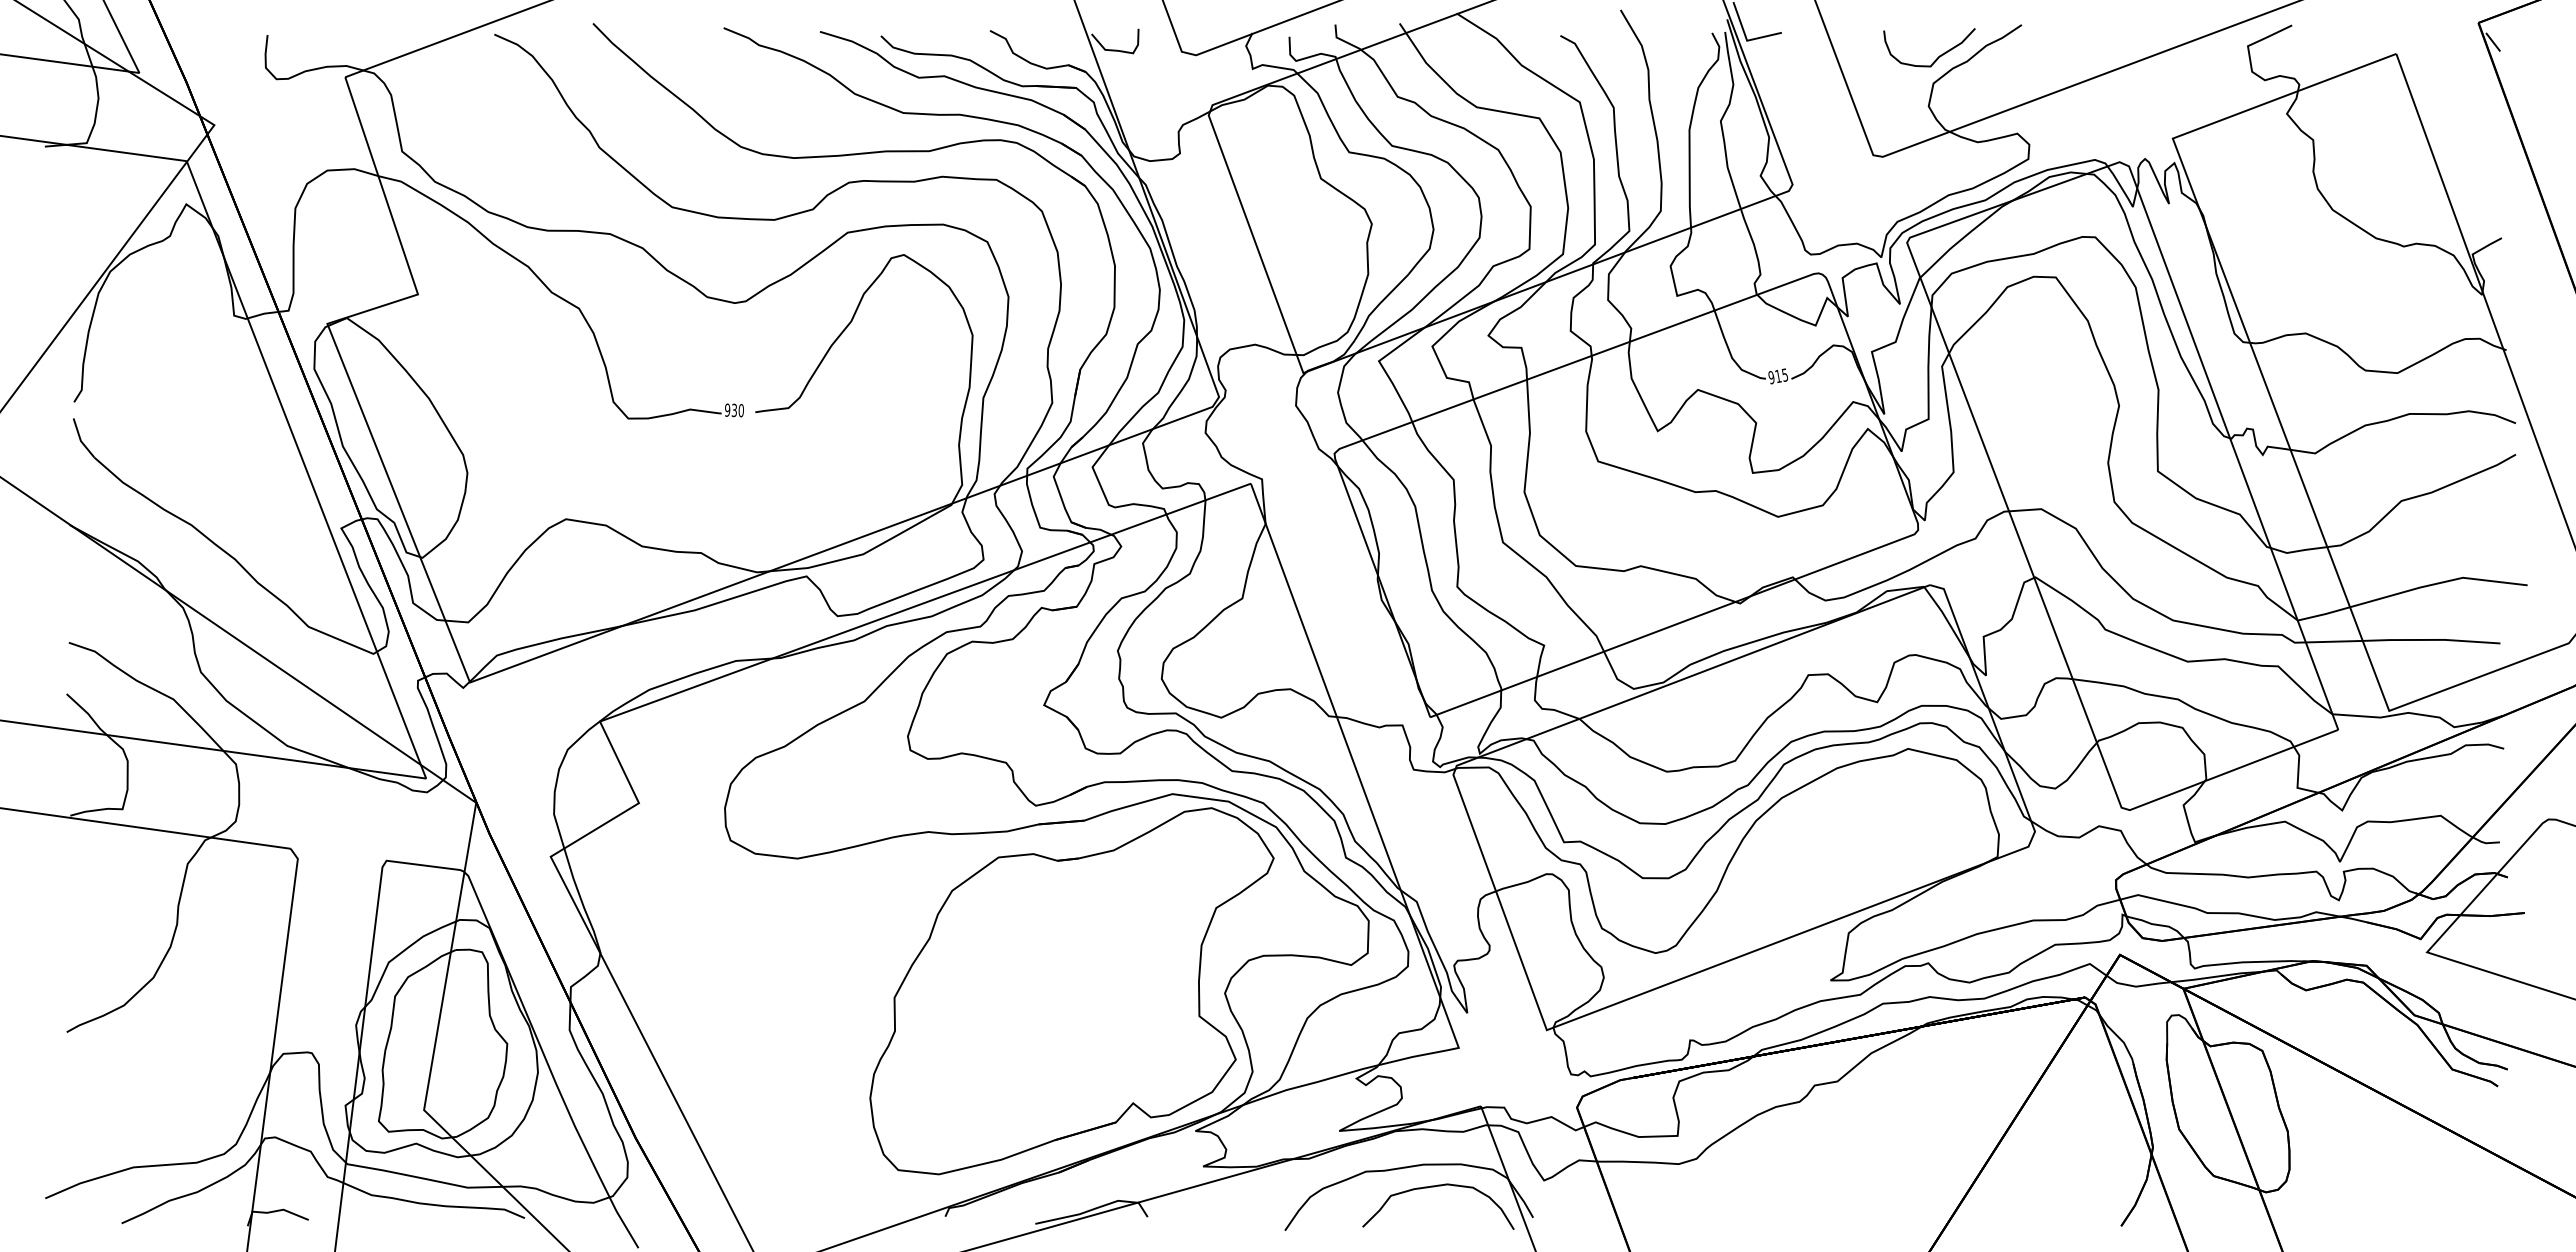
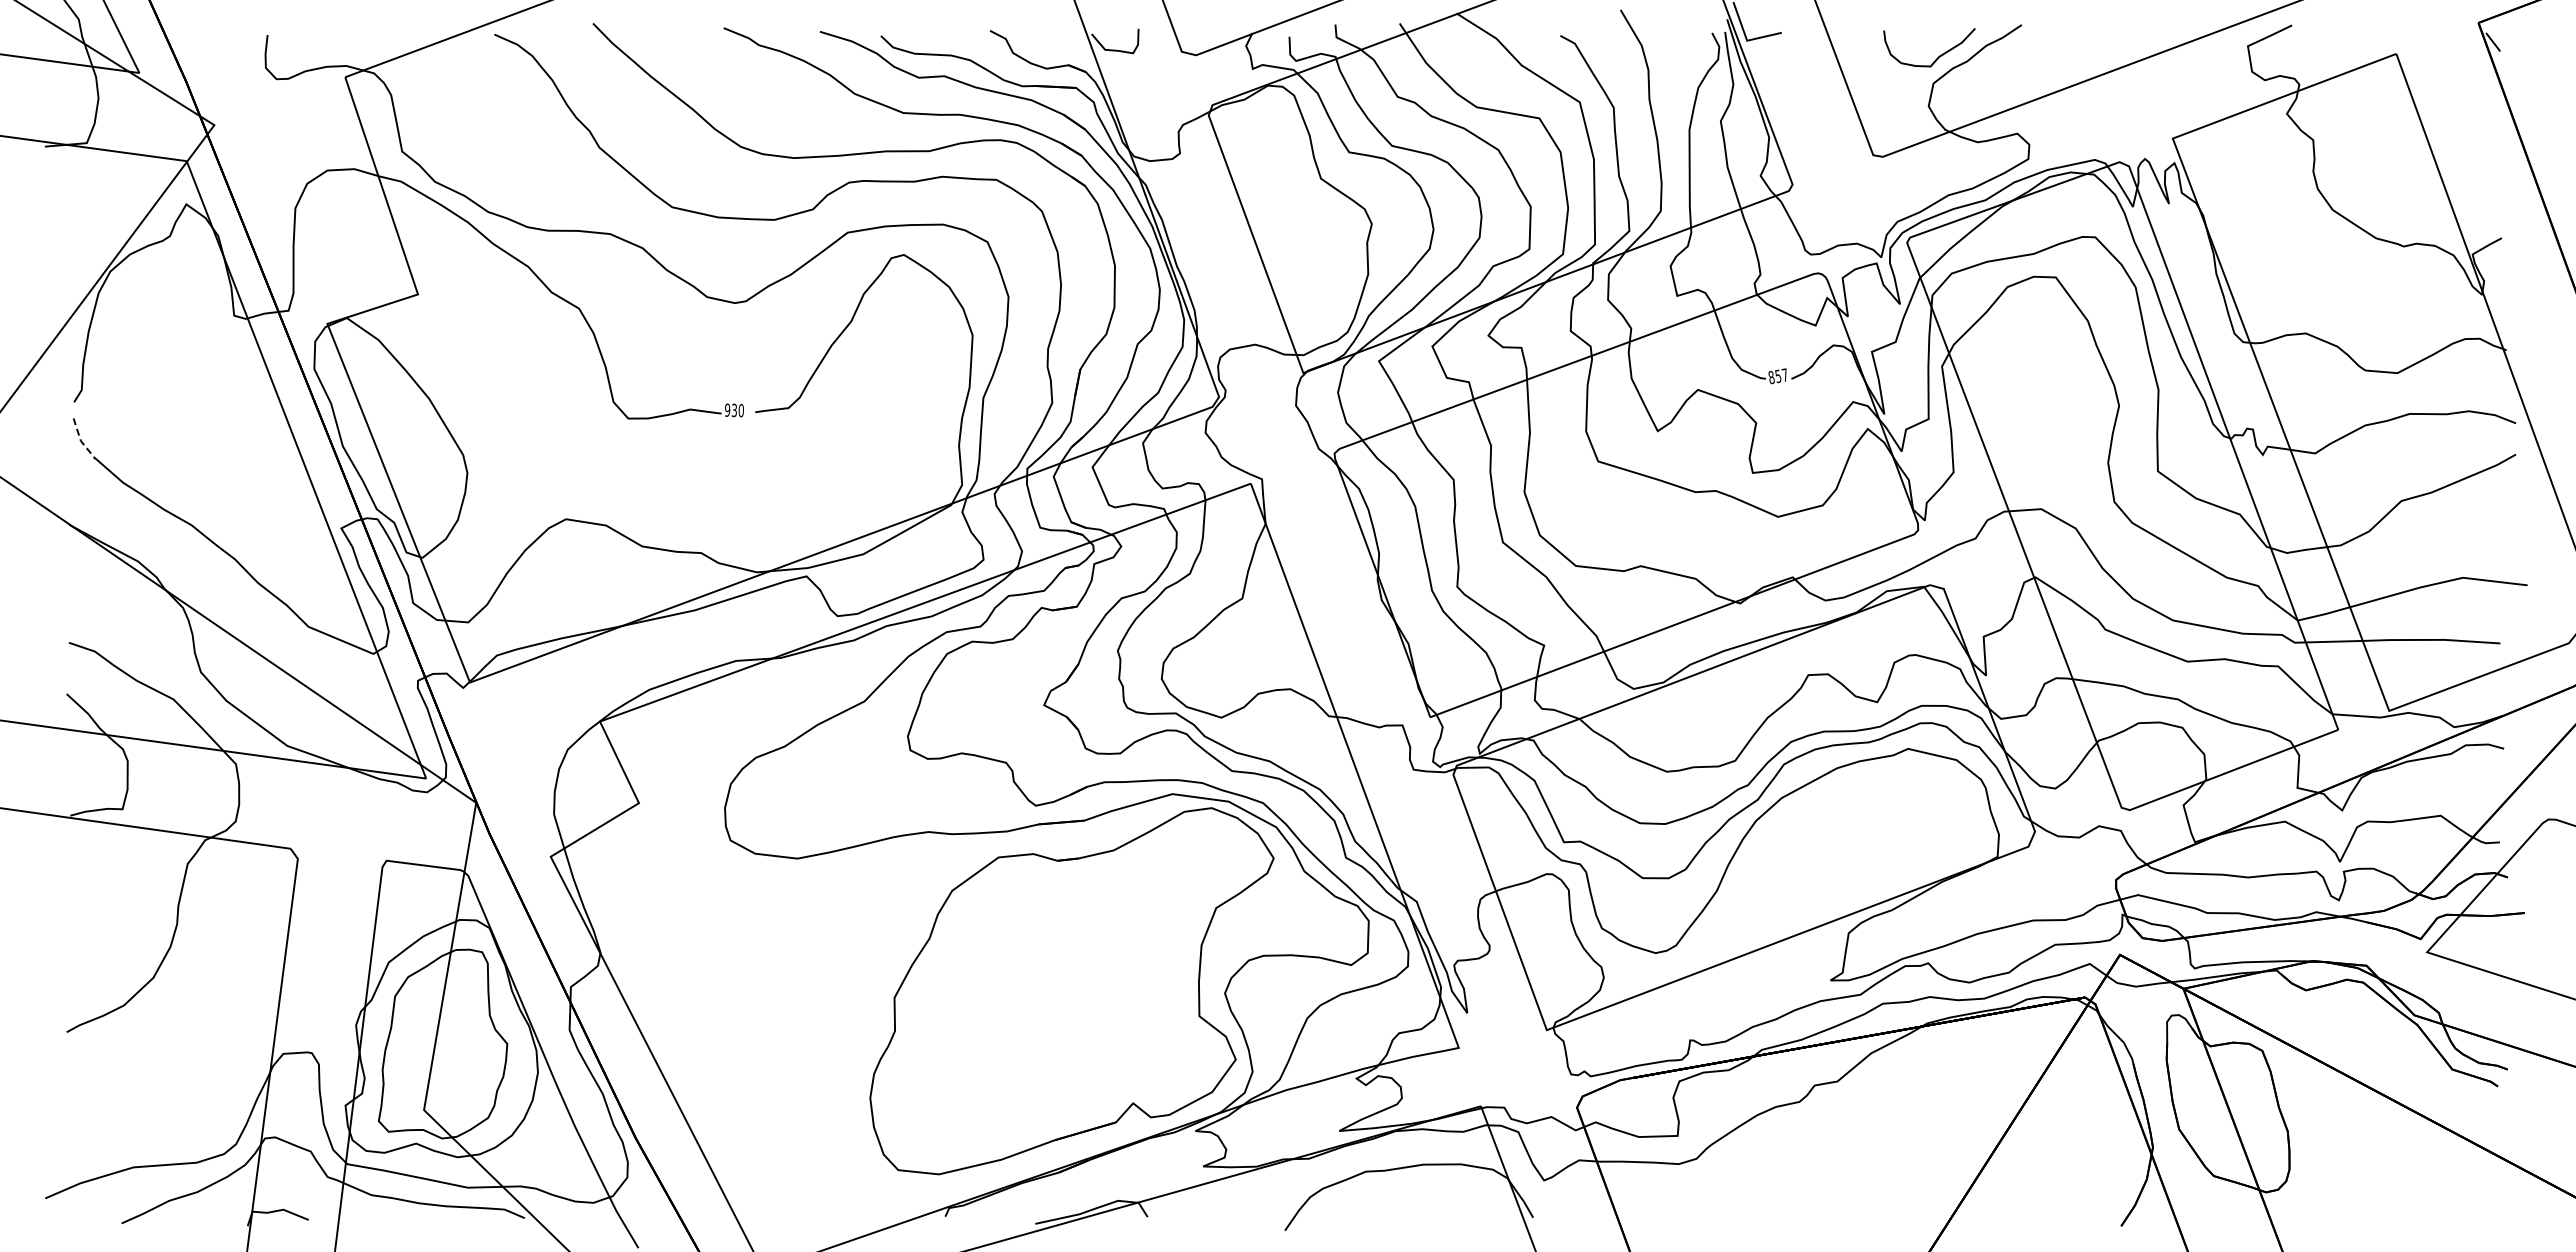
text at (1778, 376): 915 -> 857
line at (80, 441): solid -> dashed
curve at (1434, 1187): present -> none
